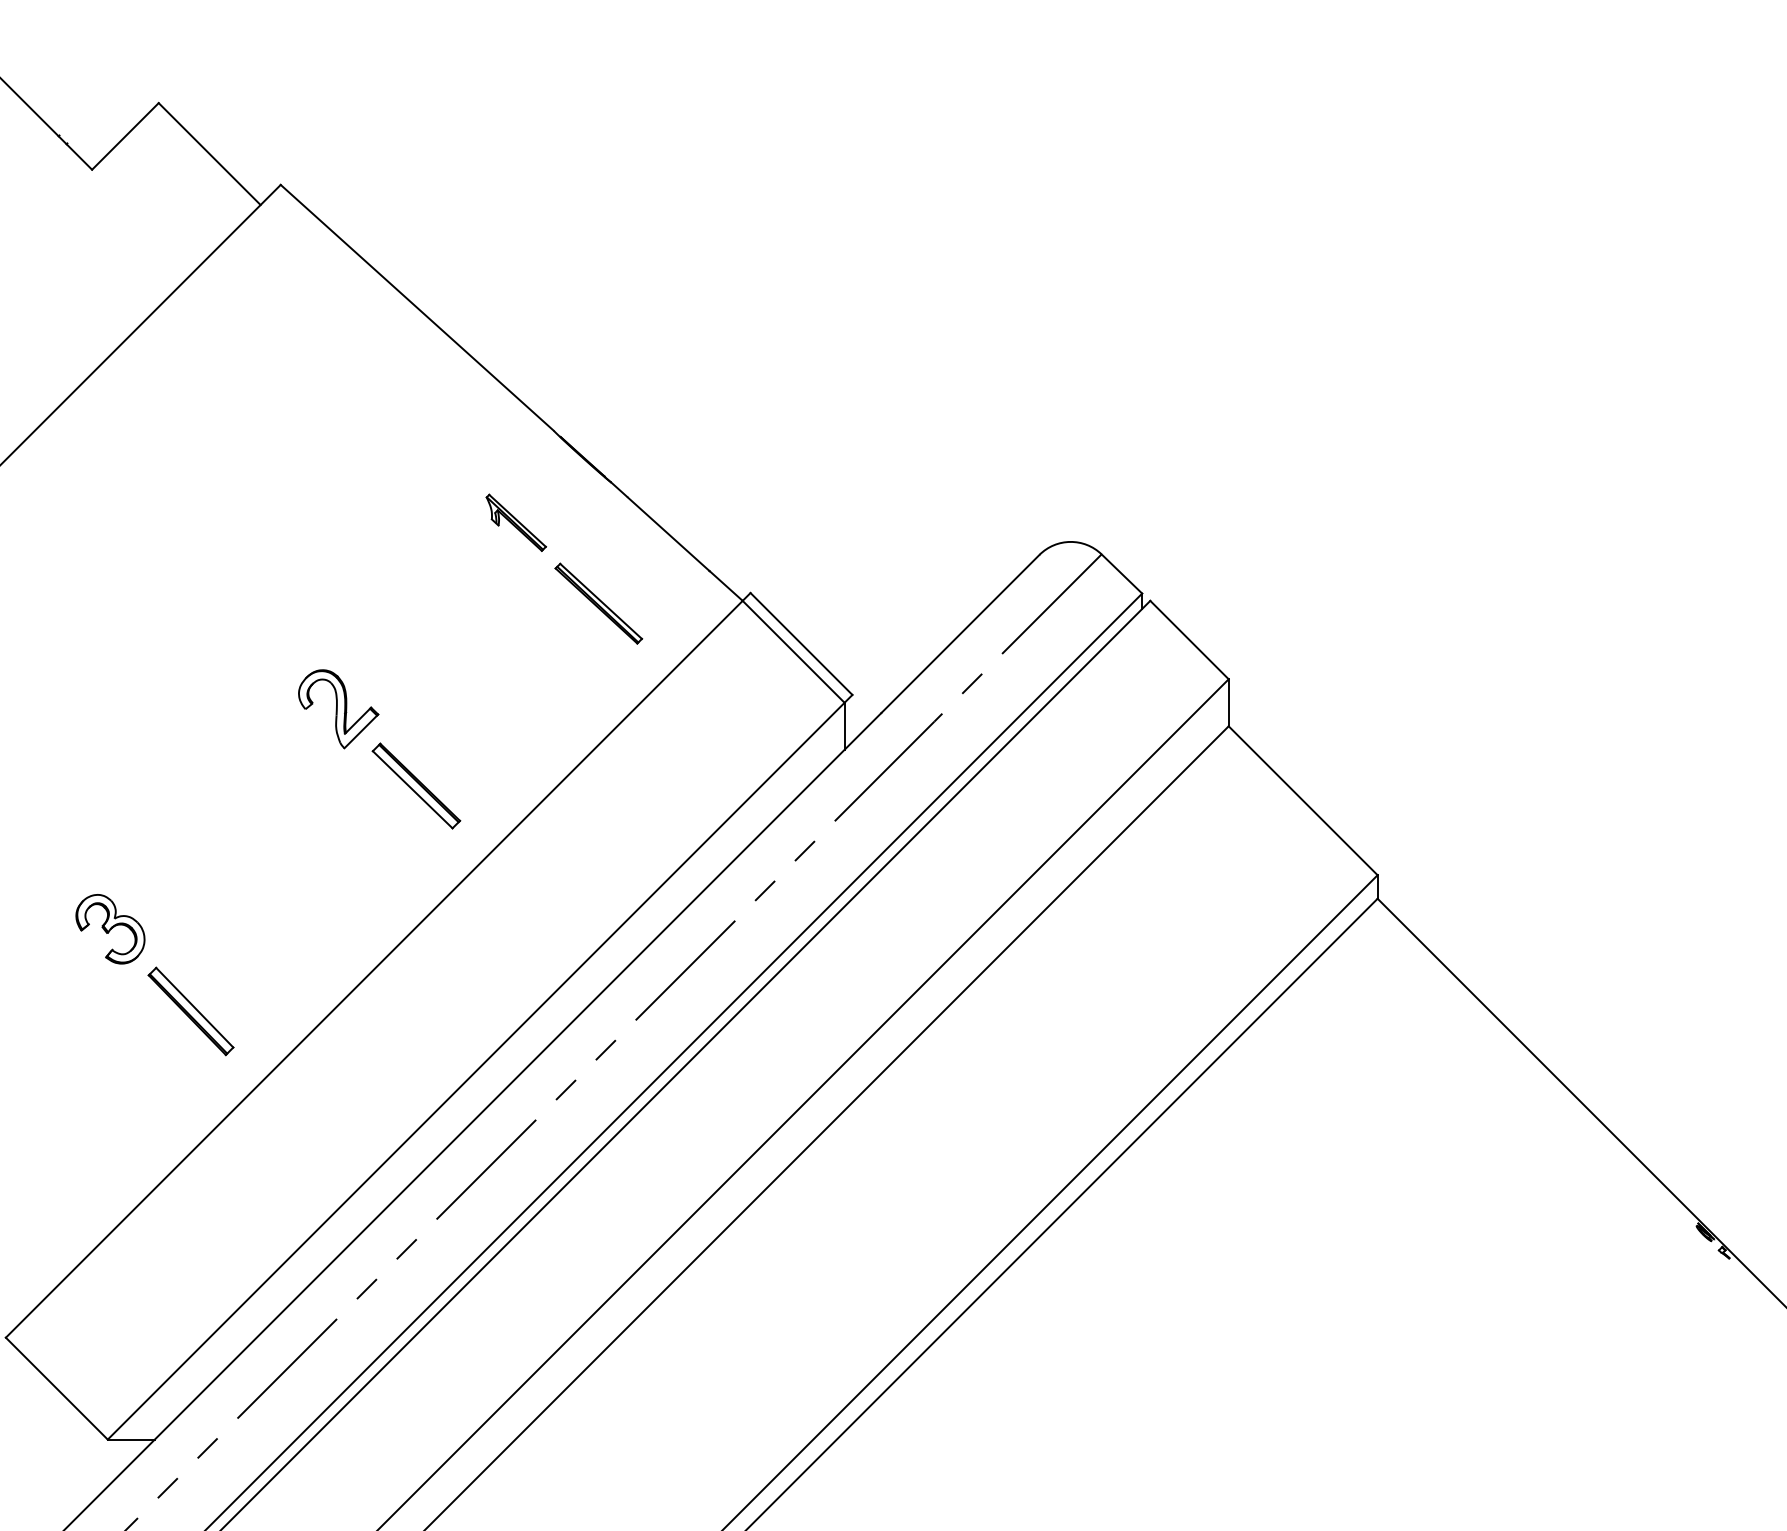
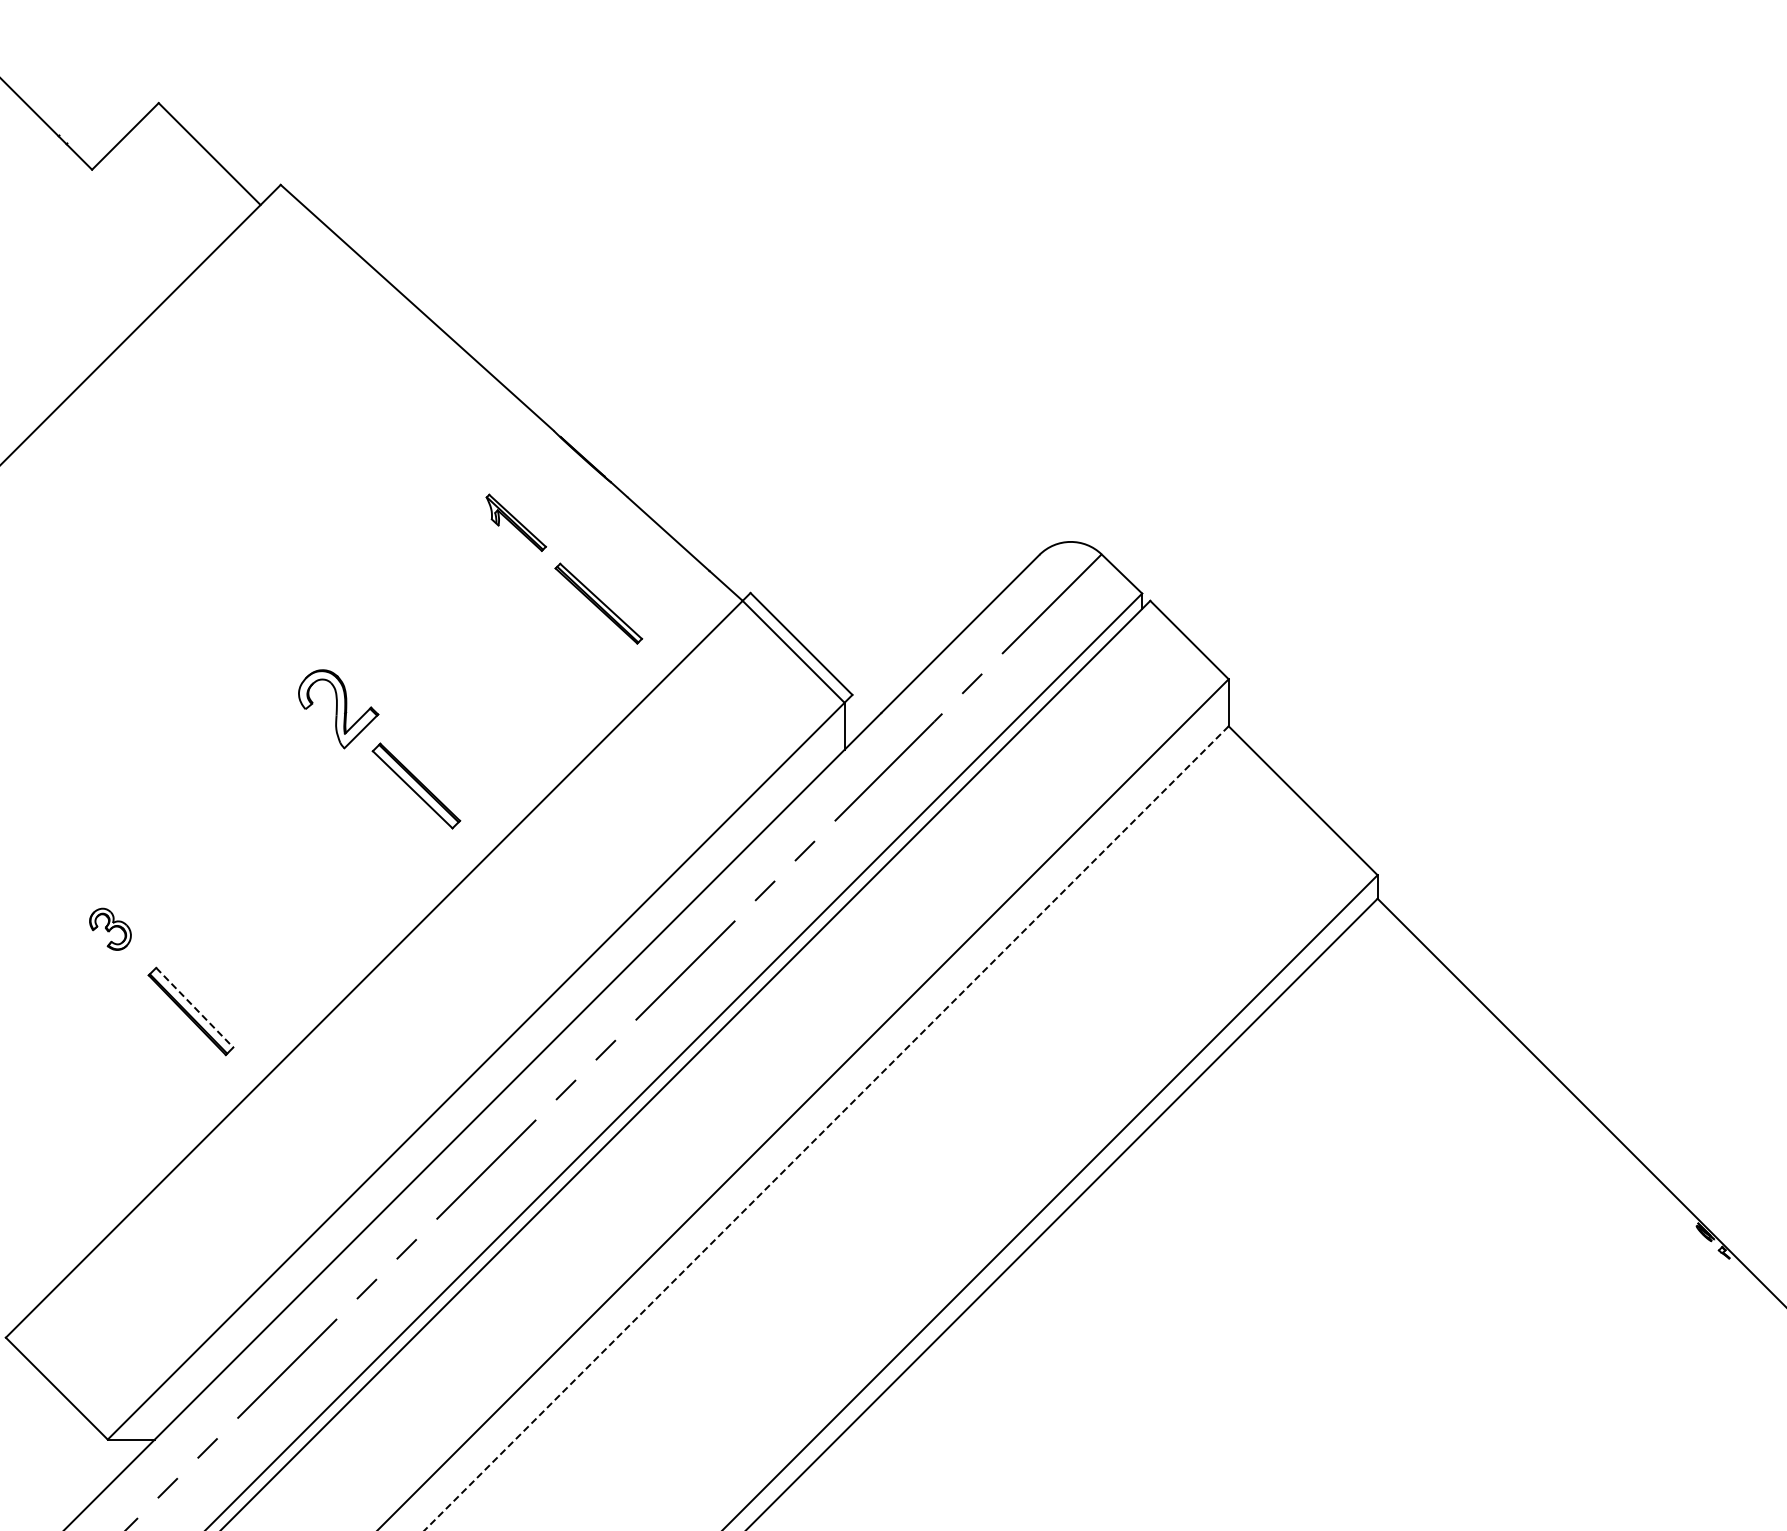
part at (110, 929) size: 71x71 px -> 43x44 px
line at (195, 1008): solid -> dashed
line at (826, 1128): solid -> dashed
